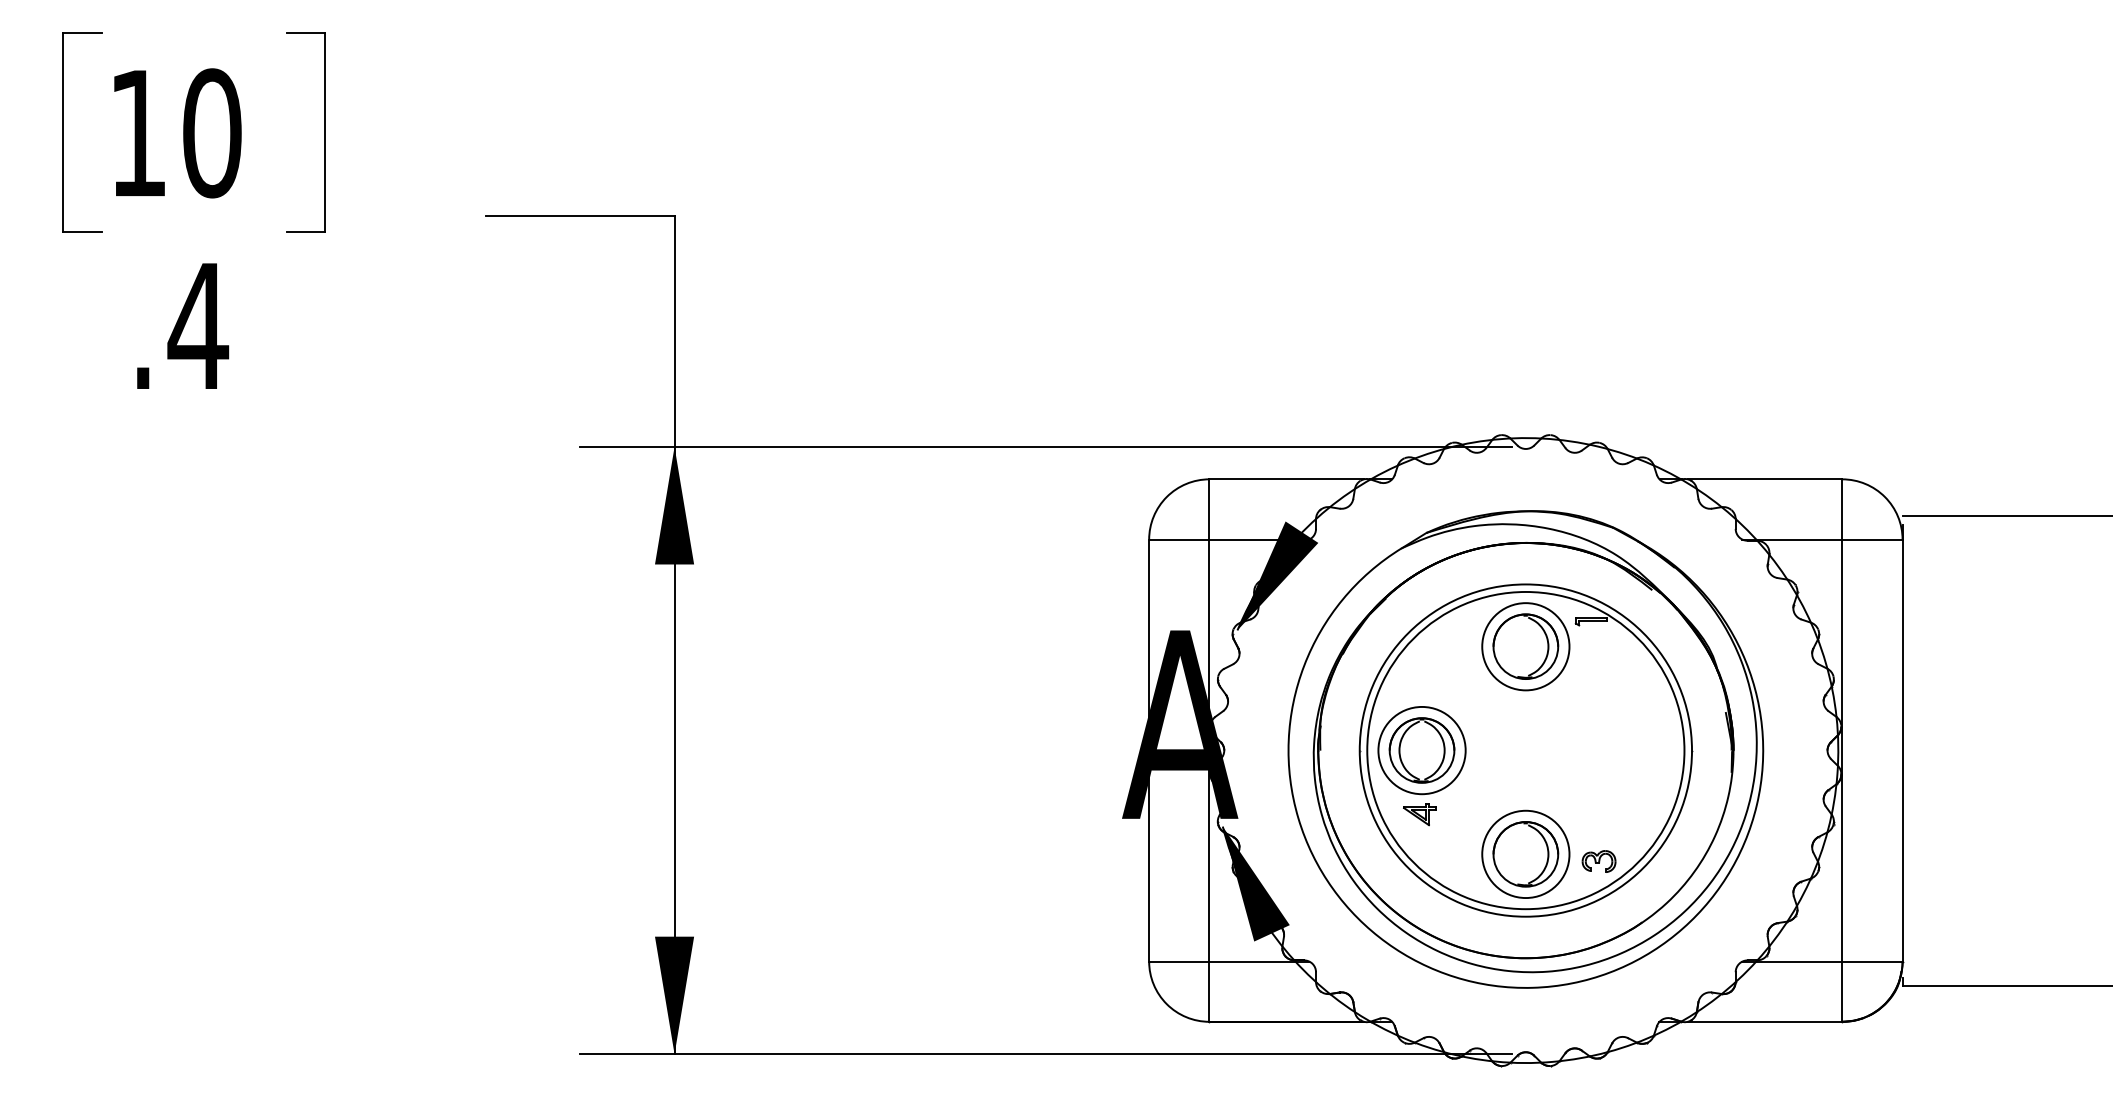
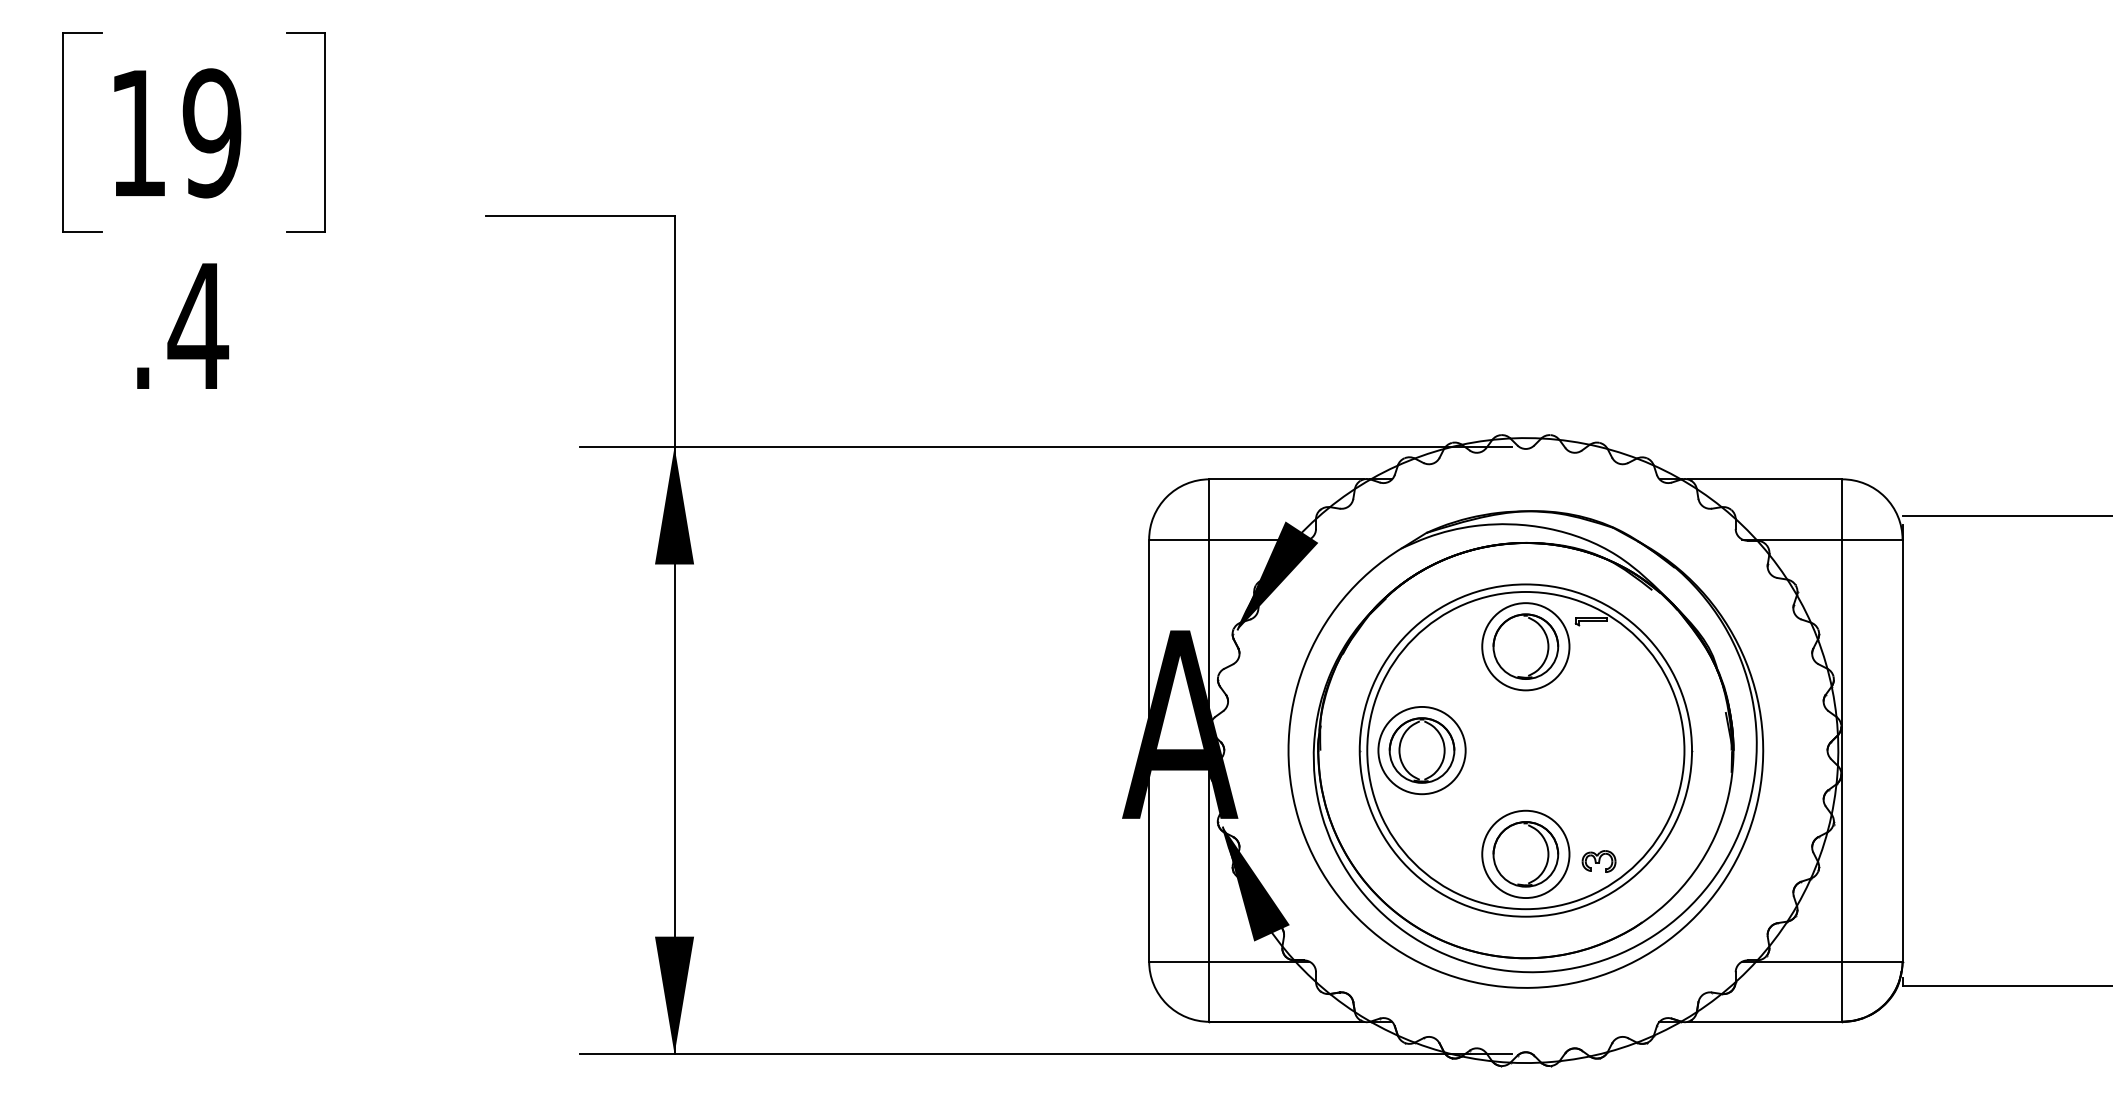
text at (211, 133): 10 -> 19
part at (1419, 814): present -> none
